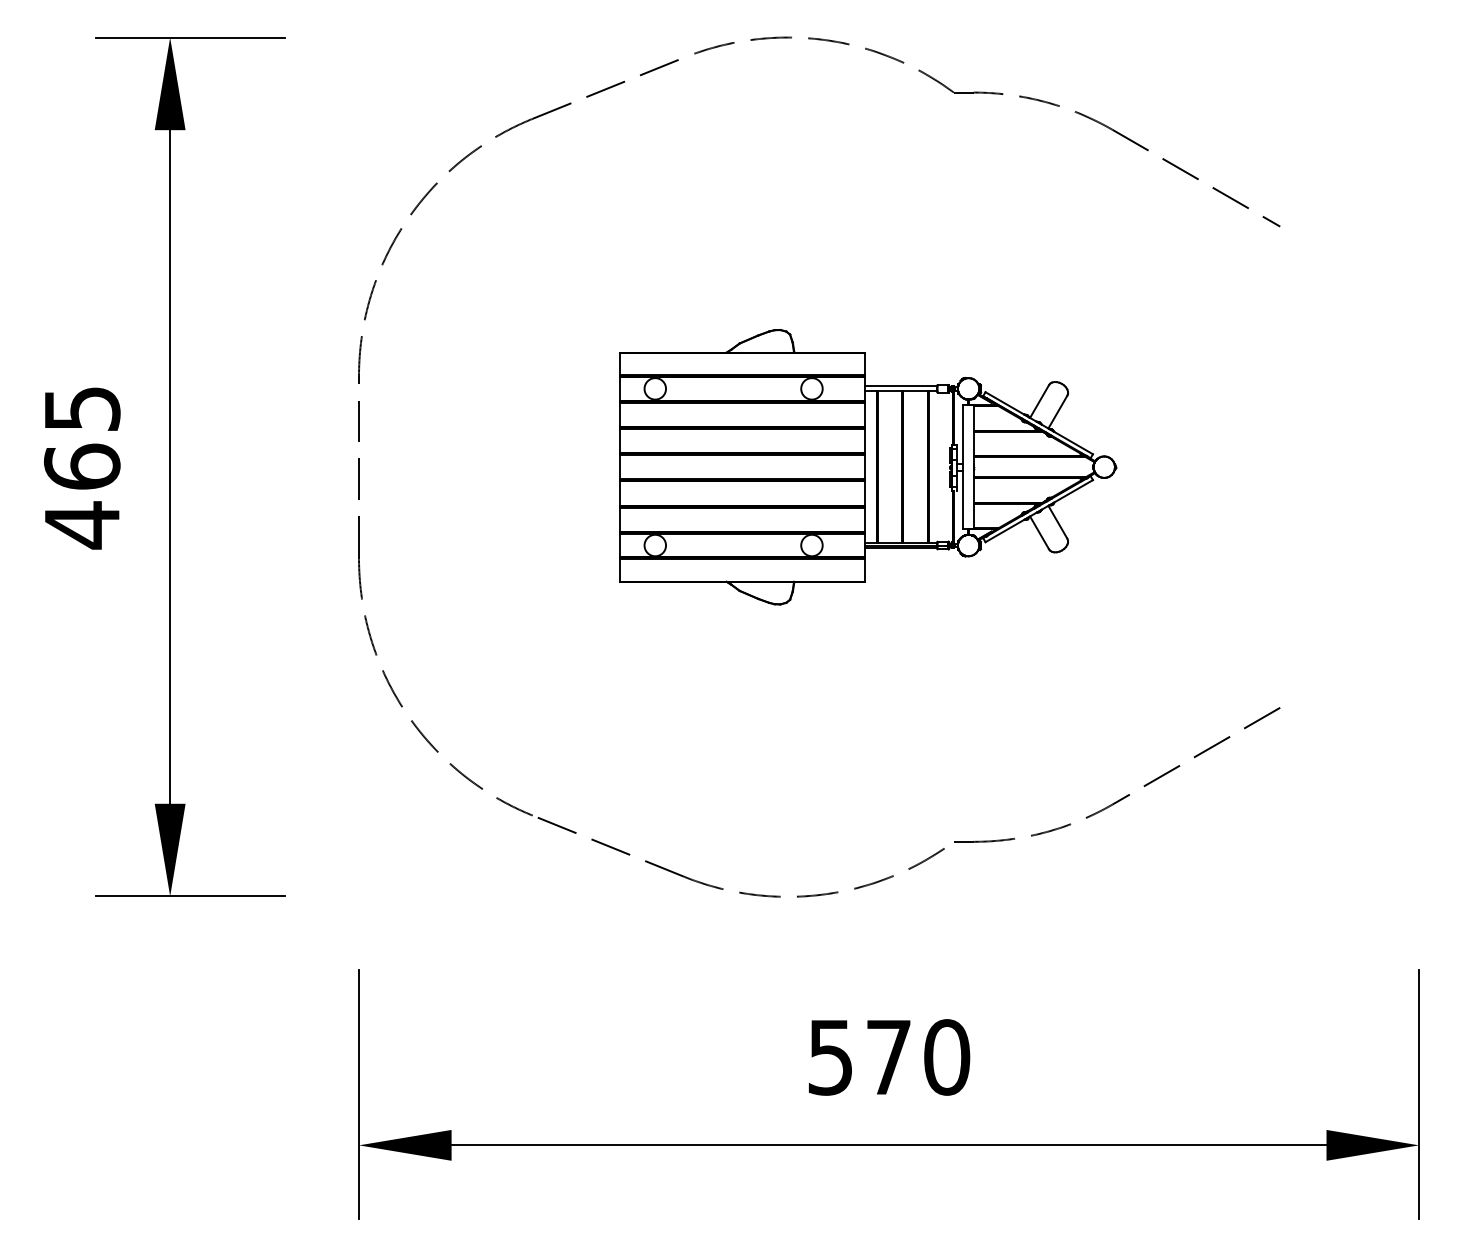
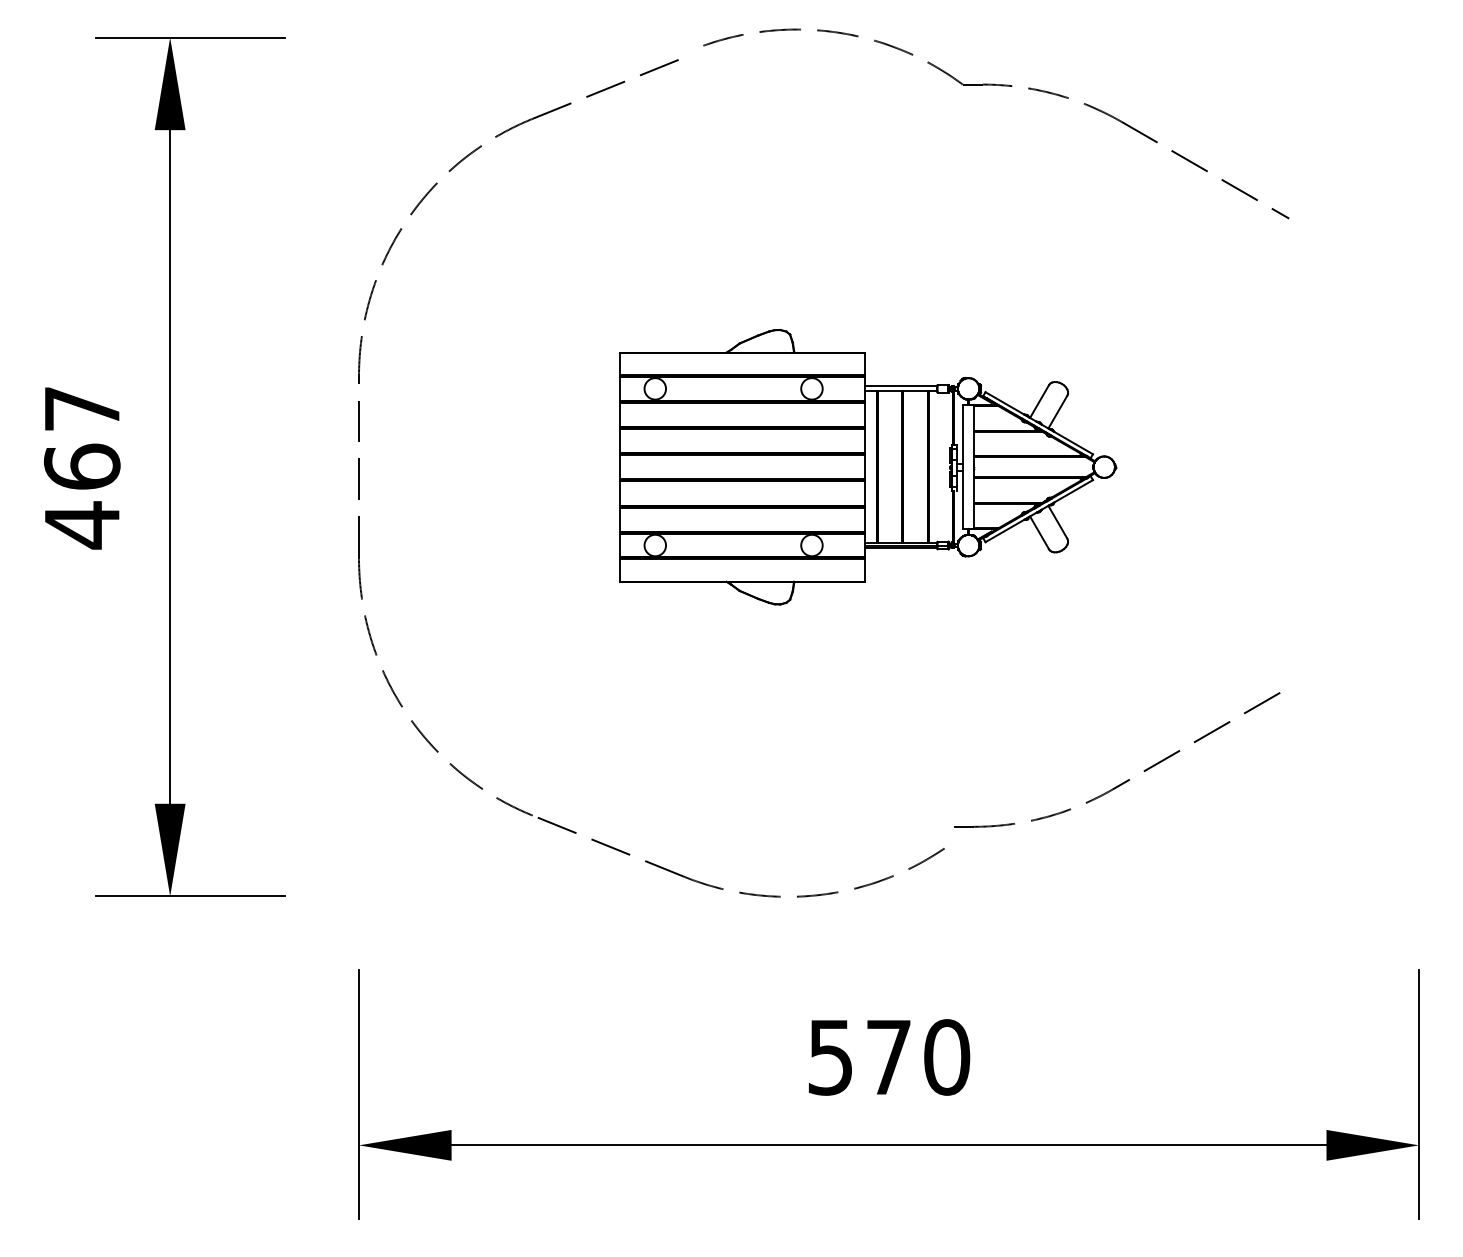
part at (991, 94) position: (991, 94) -> (1000, 86)
text at (82, 408): 465 -> 467
part at (1127, 794) position: (1127, 794) -> (1127, 779)
